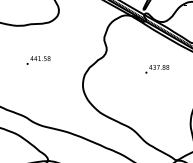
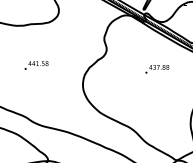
text at (38, 60) position: (38, 60) -> (36, 65)
